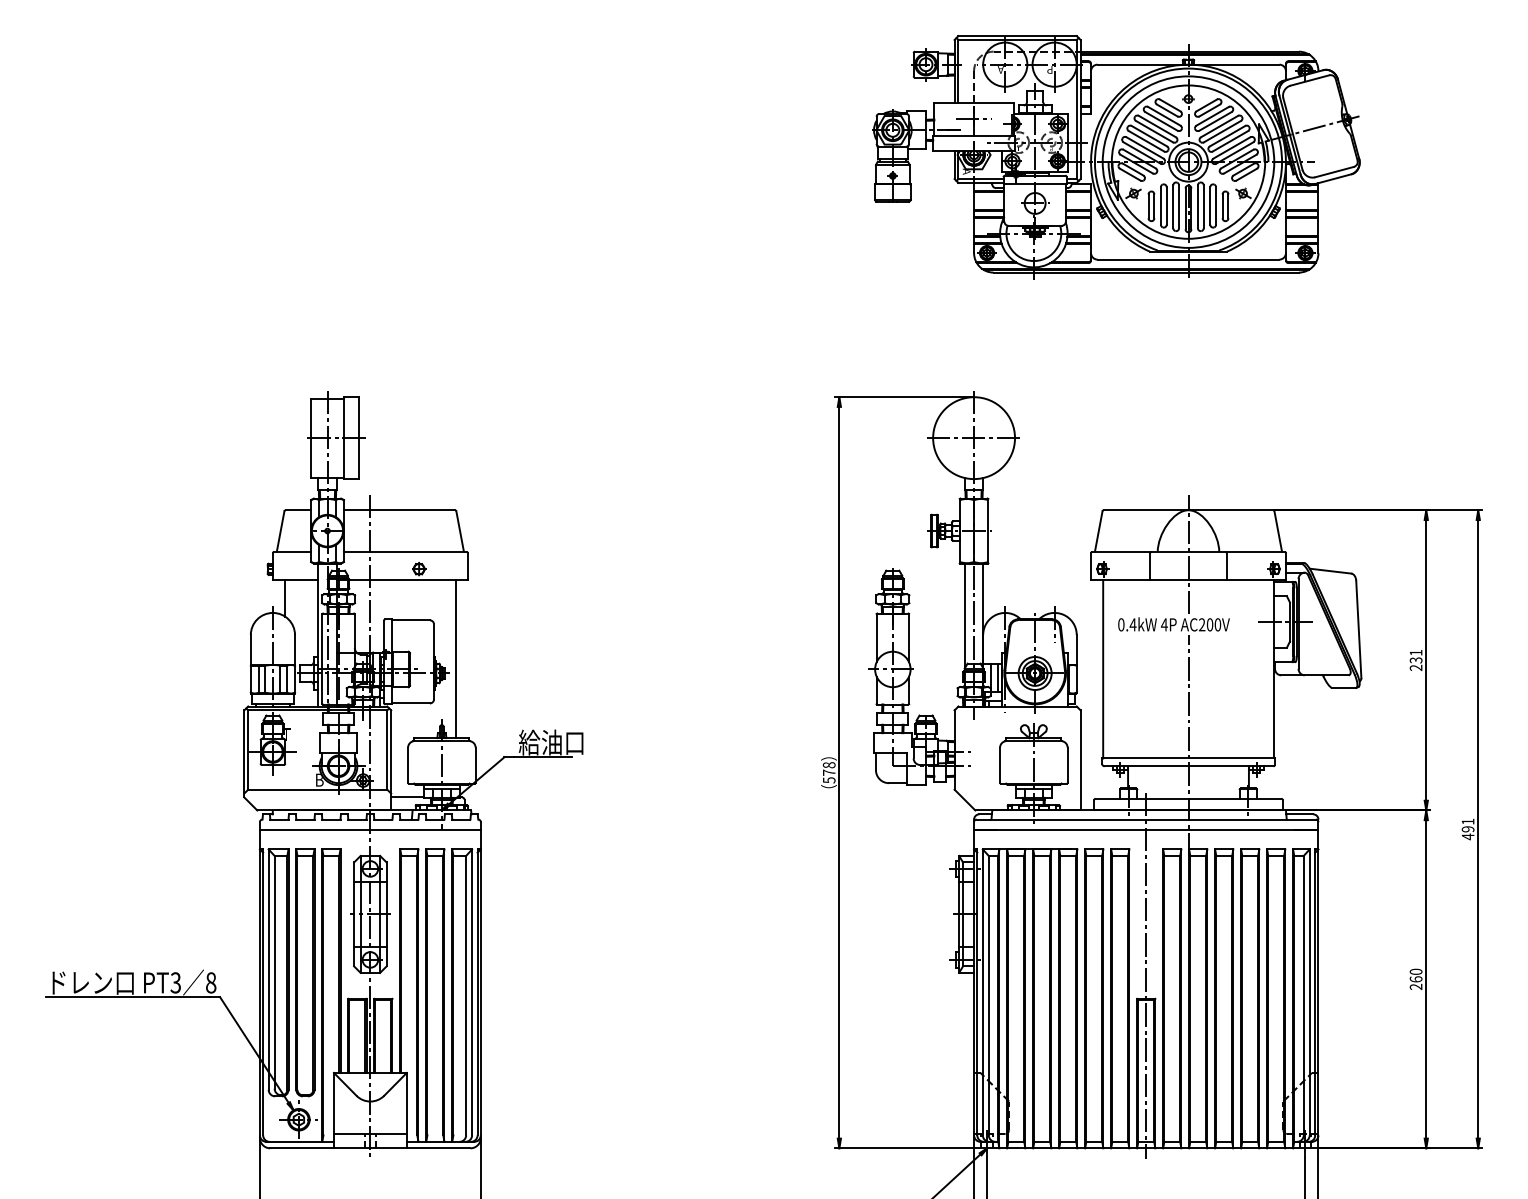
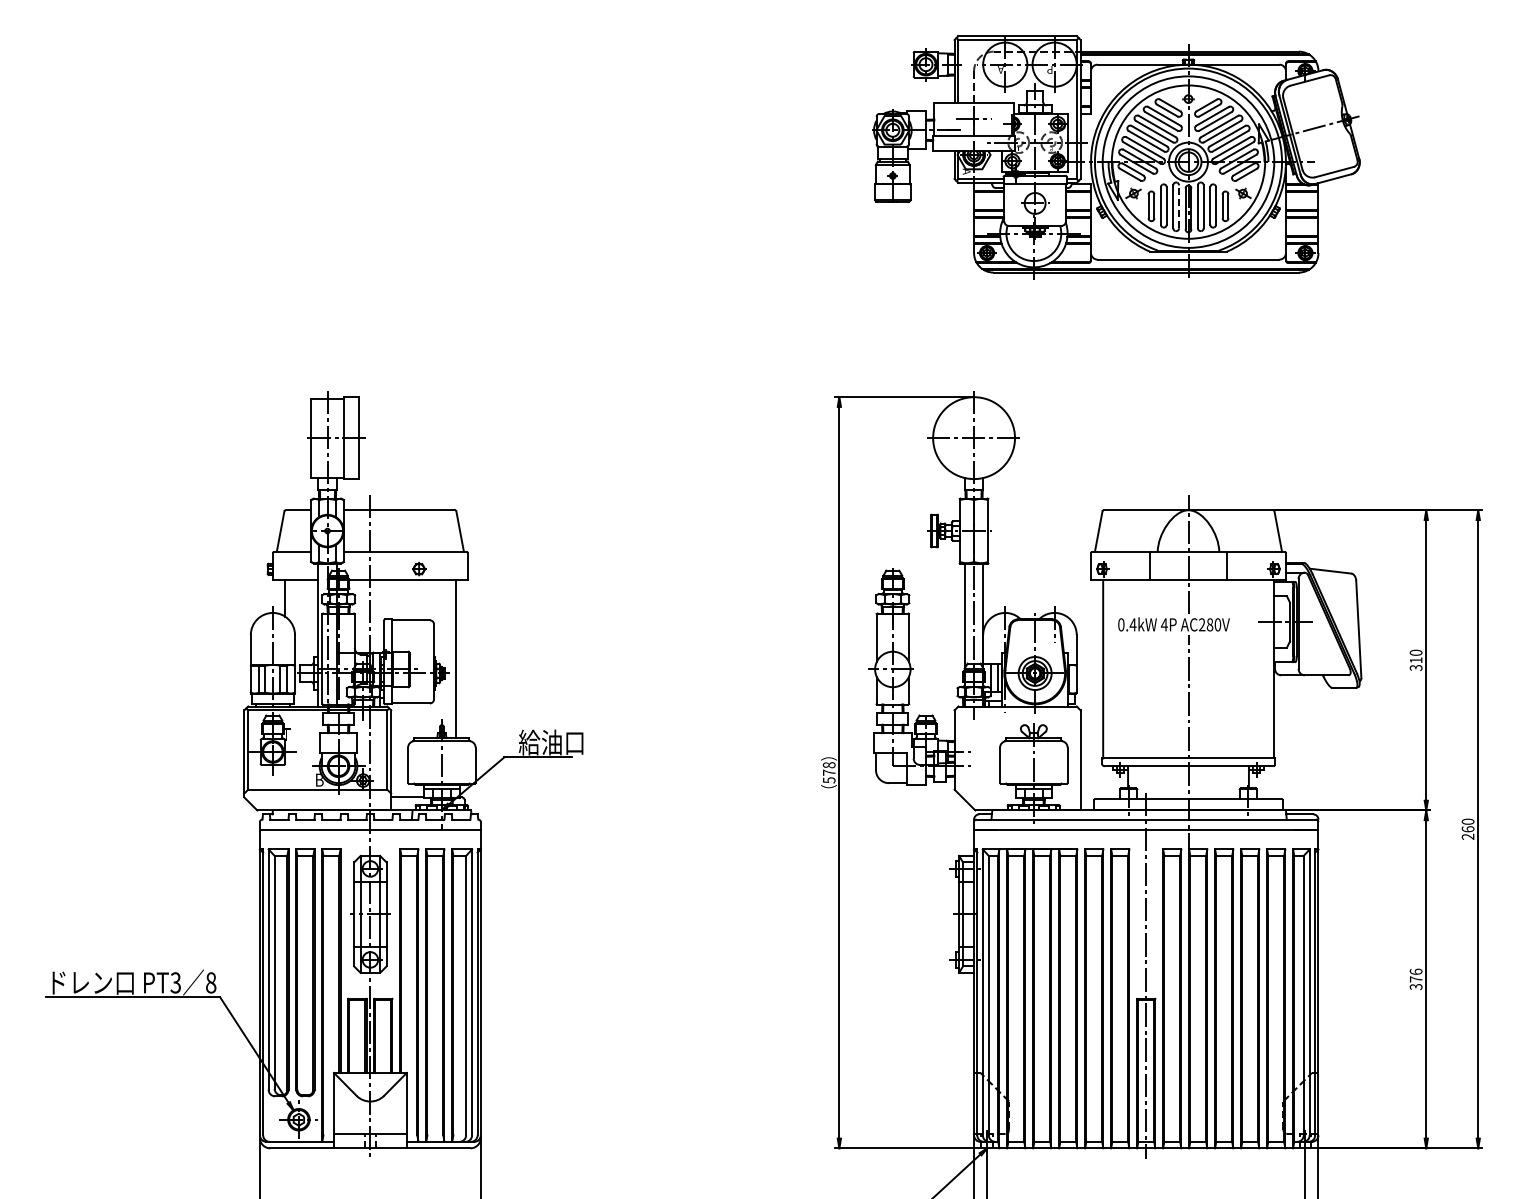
line at (1179, 206): solid -> dashed
text at (1209, 624): AC200V -> AC280V
text at (1415, 660): 231 -> 310
text at (1467, 829): 491 -> 260
text at (1415, 979): 260 -> 376
